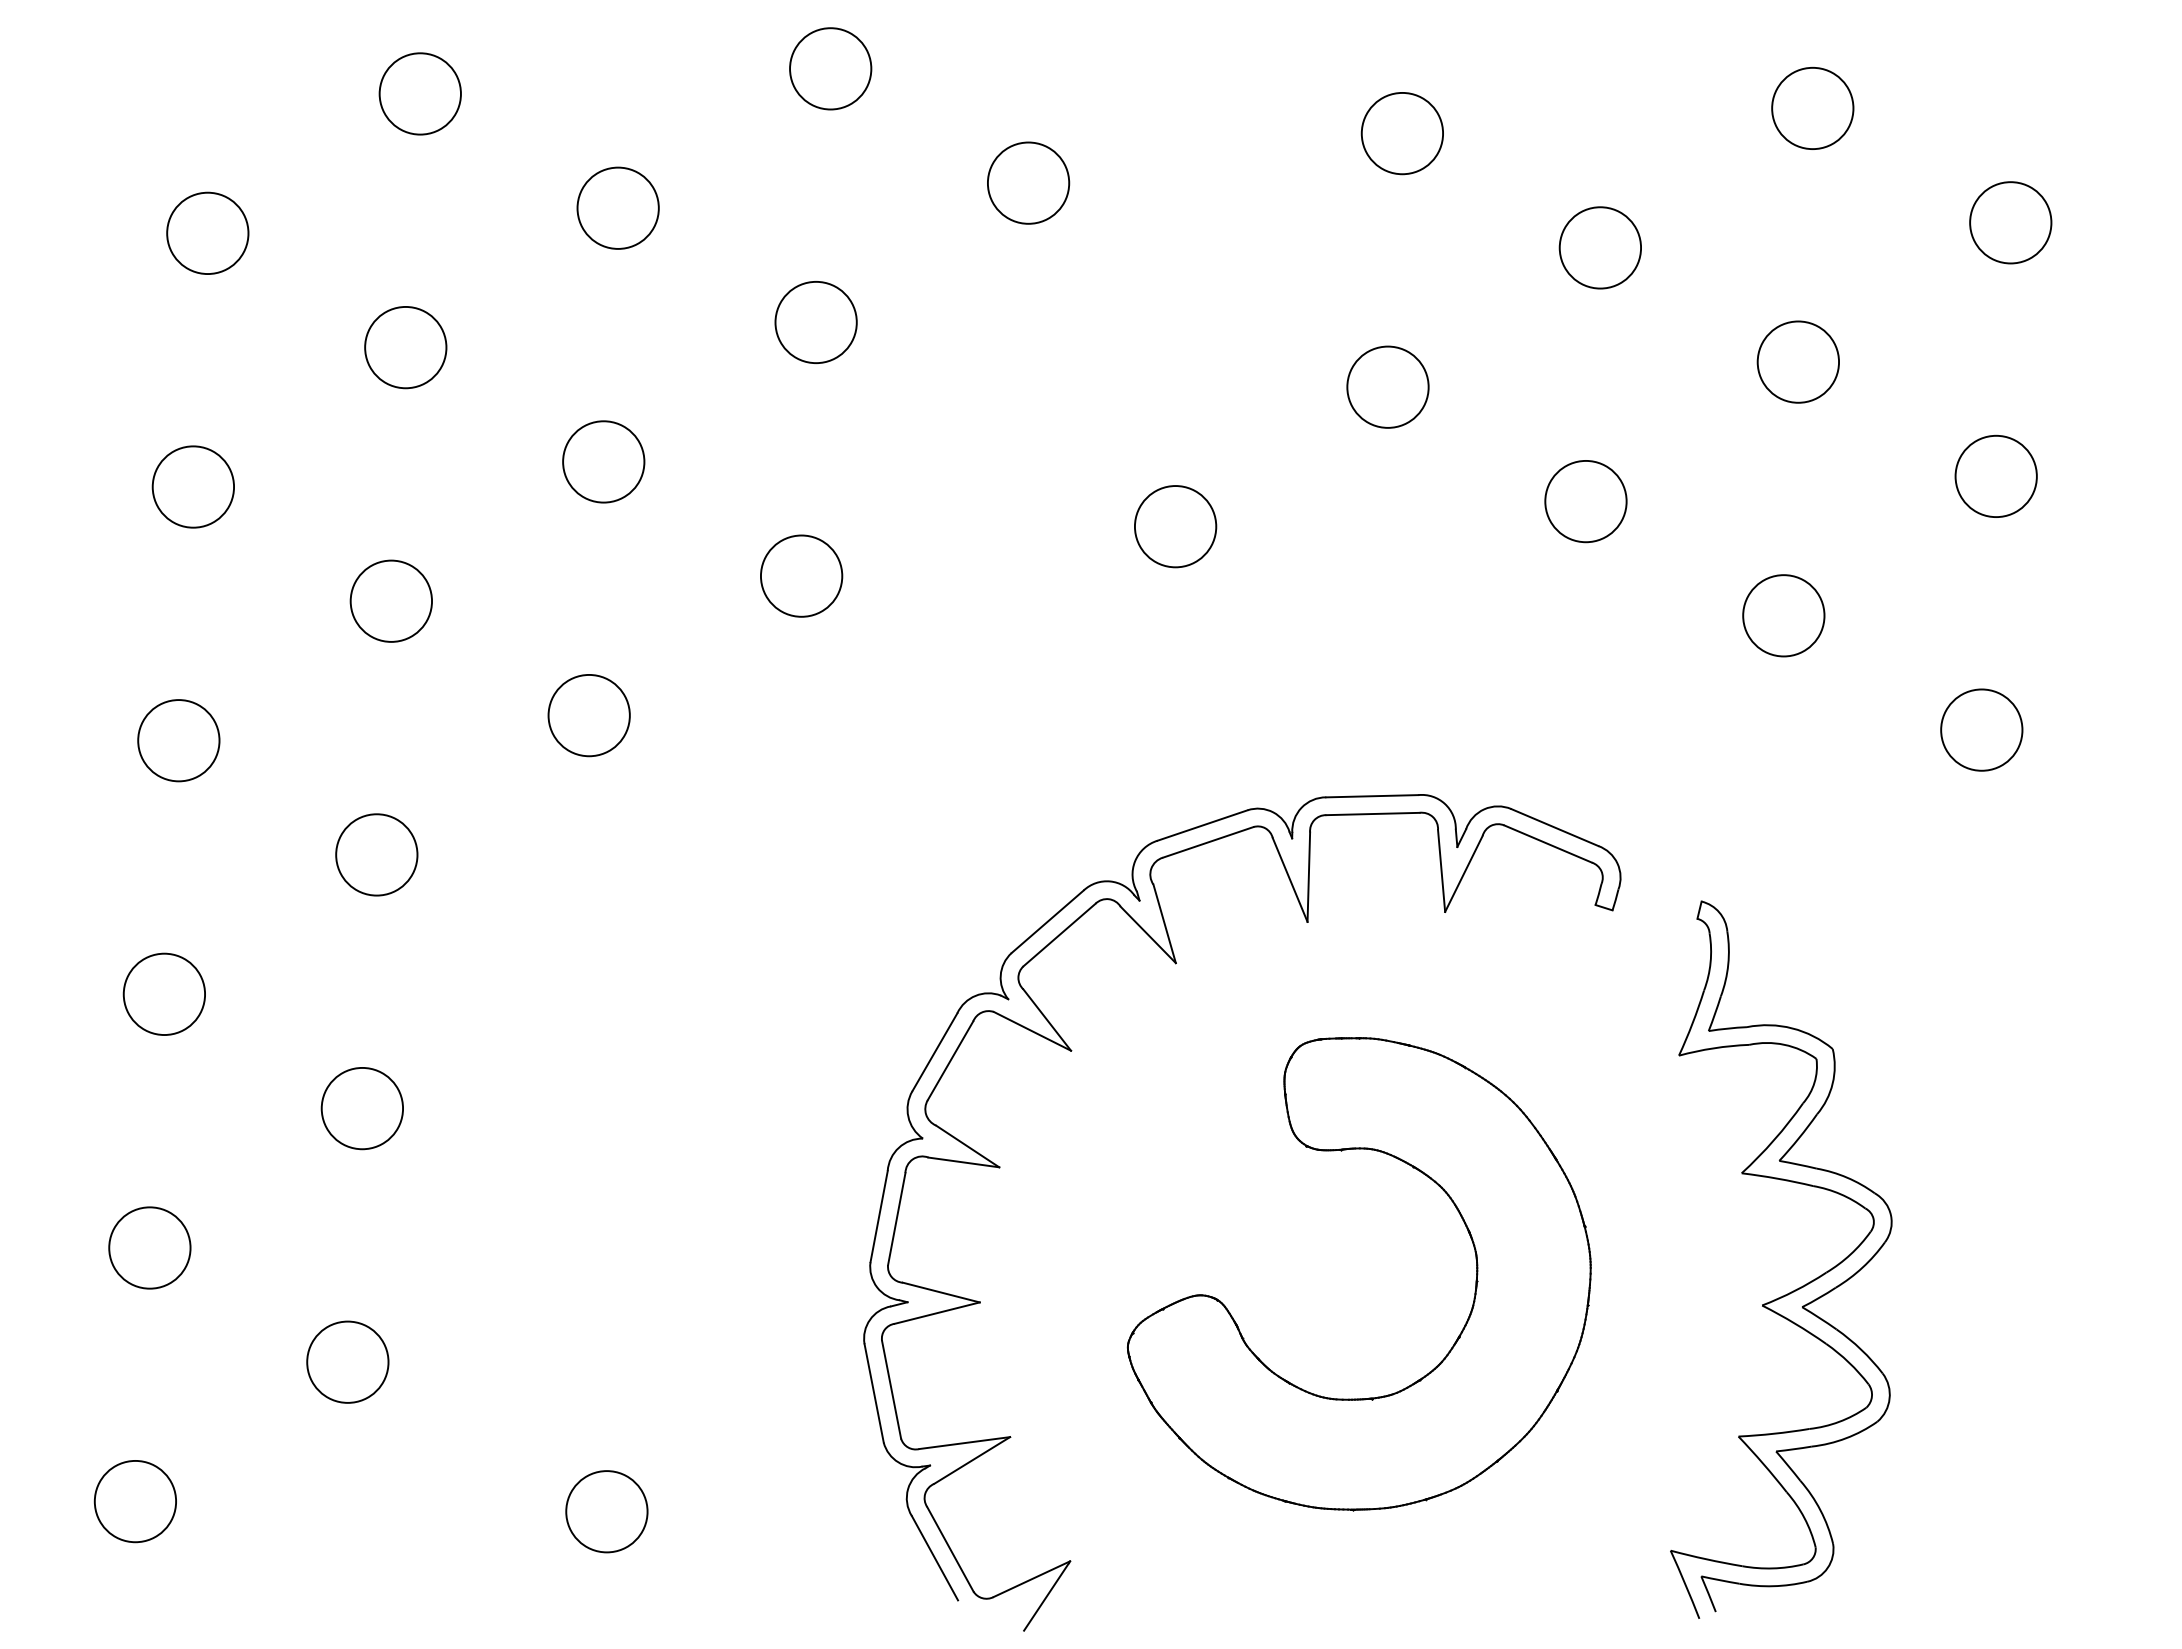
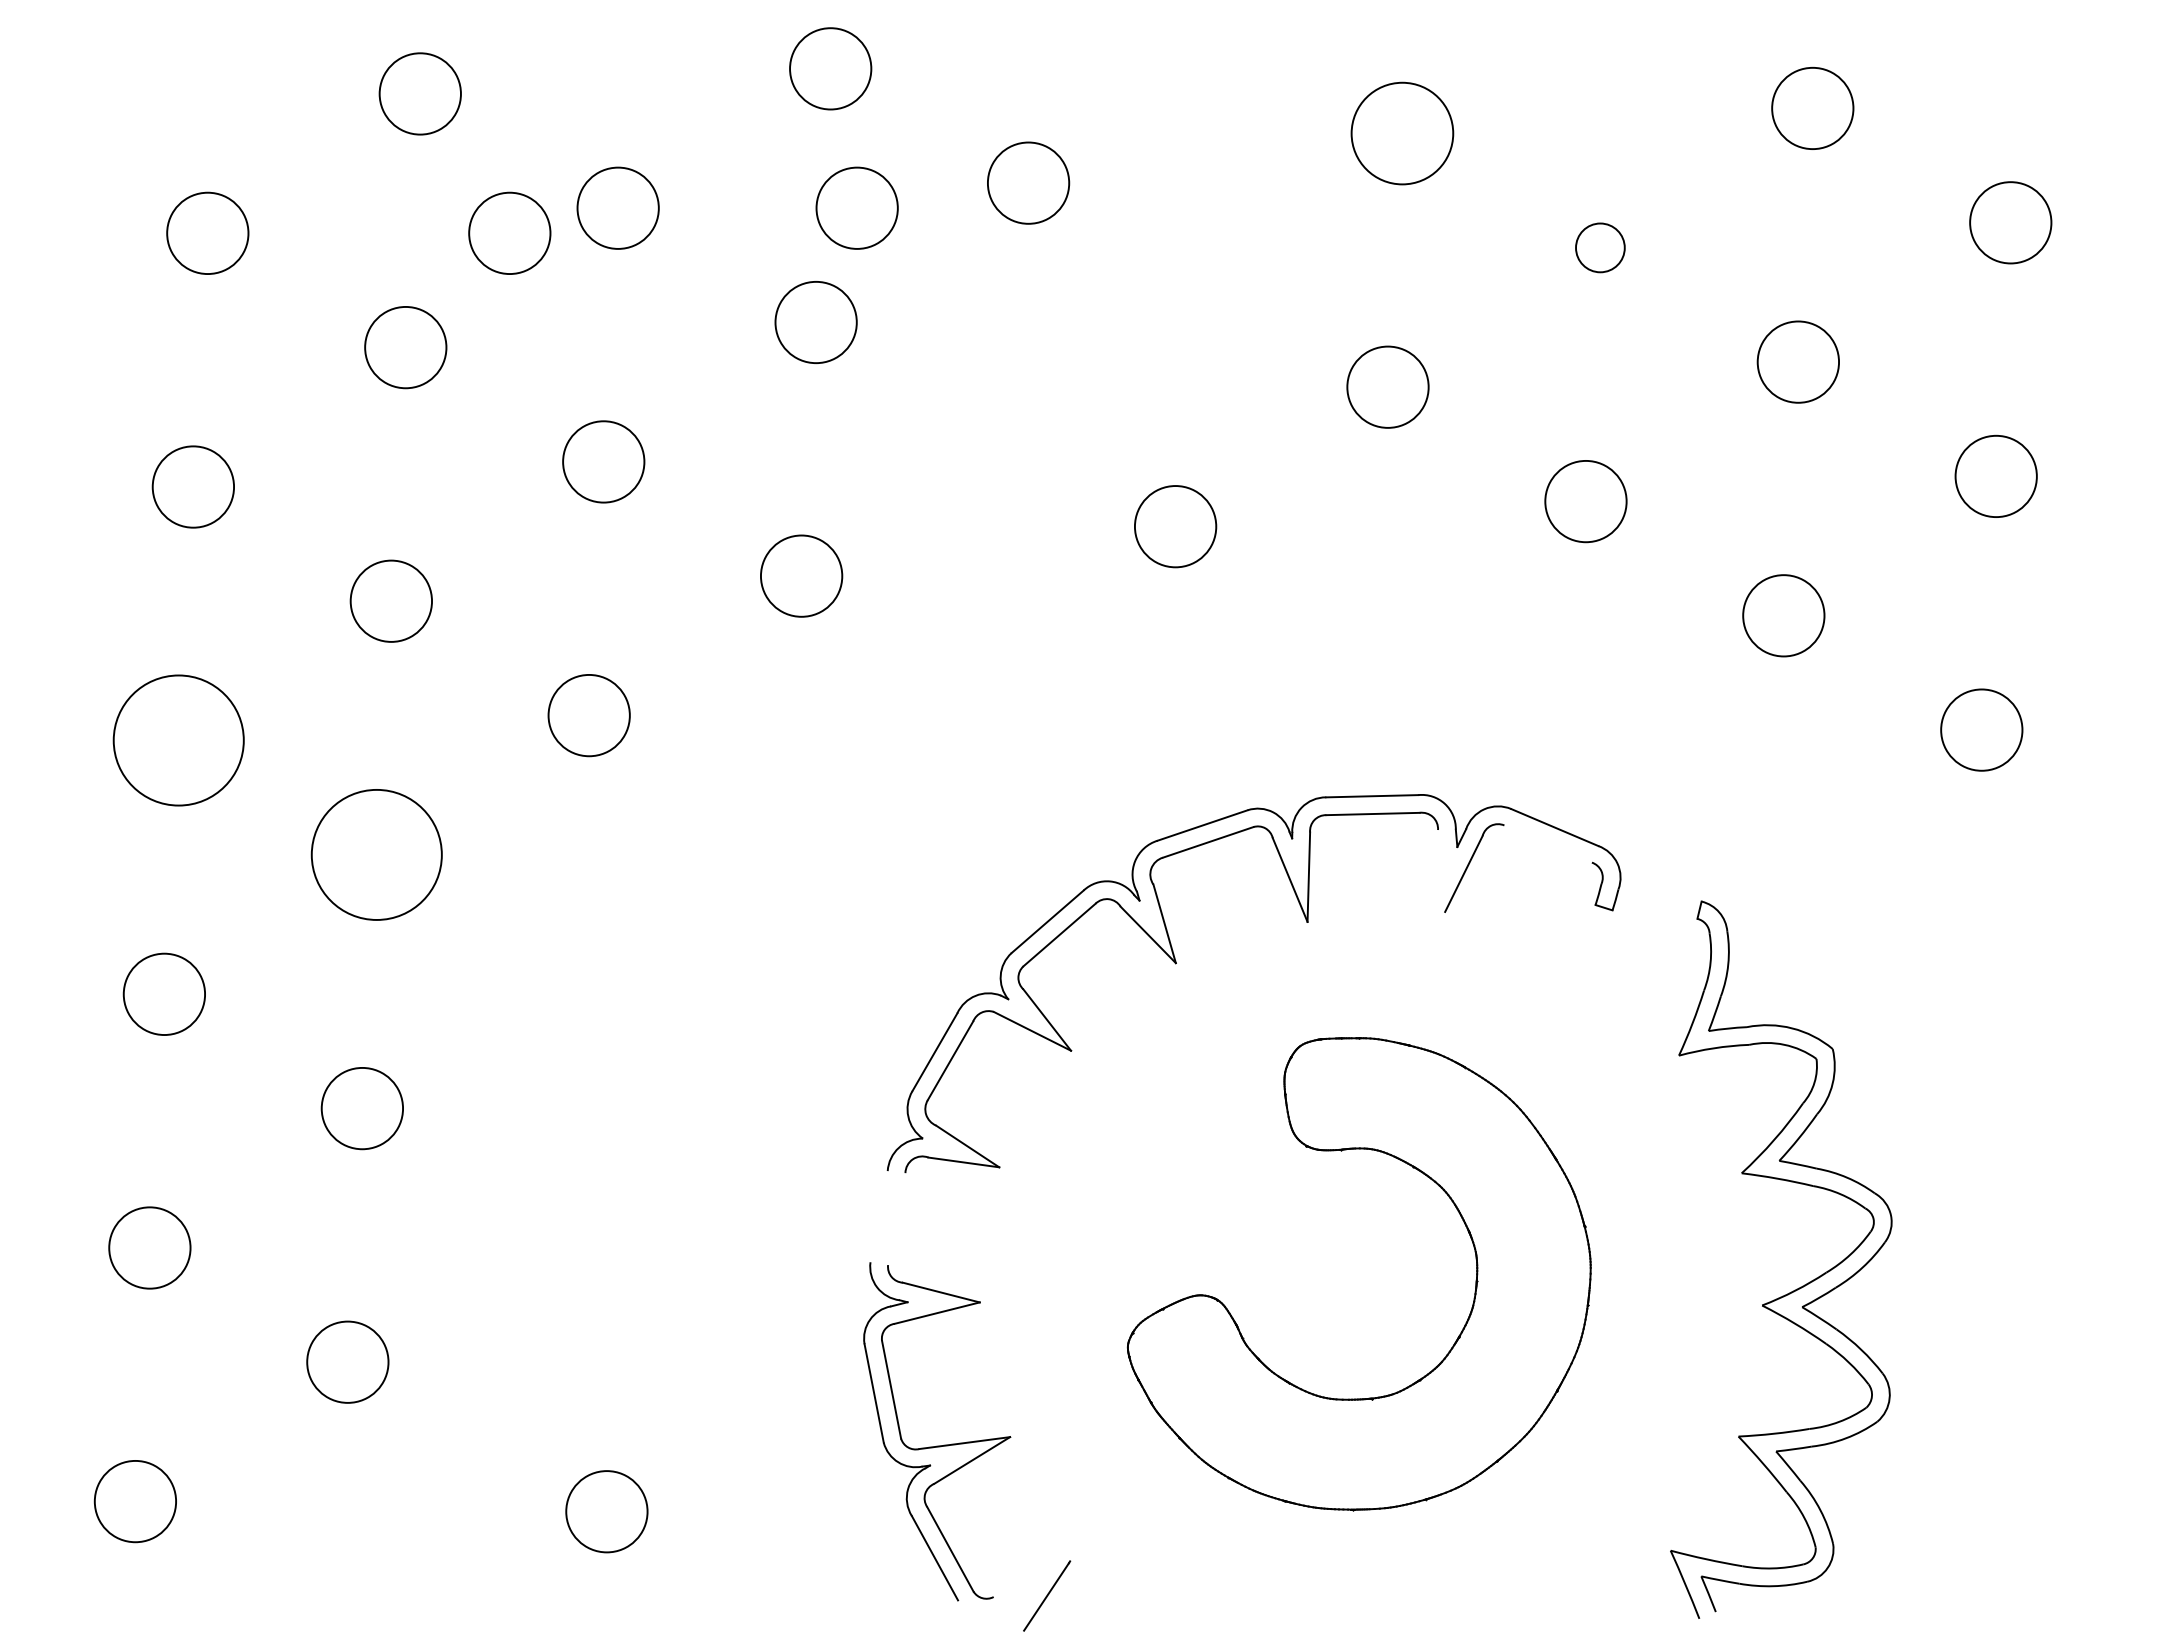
circle at (1402, 133) diameter: 81 px -> 102 px
circle at (856, 207): none -> present
circle at (509, 232): none -> present
circle at (1600, 247) diameter: 81 px -> 49 px
circle at (178, 740) size: 84x84 px -> 133x133 px
line at (1547, 843): present -> none
circle at (376, 854) diameter: 81 px -> 130 px
line at (1441, 870): present -> none
line at (878, 1216): present -> none
line at (896, 1219): present -> none
line at (1031, 1579): present -> none
